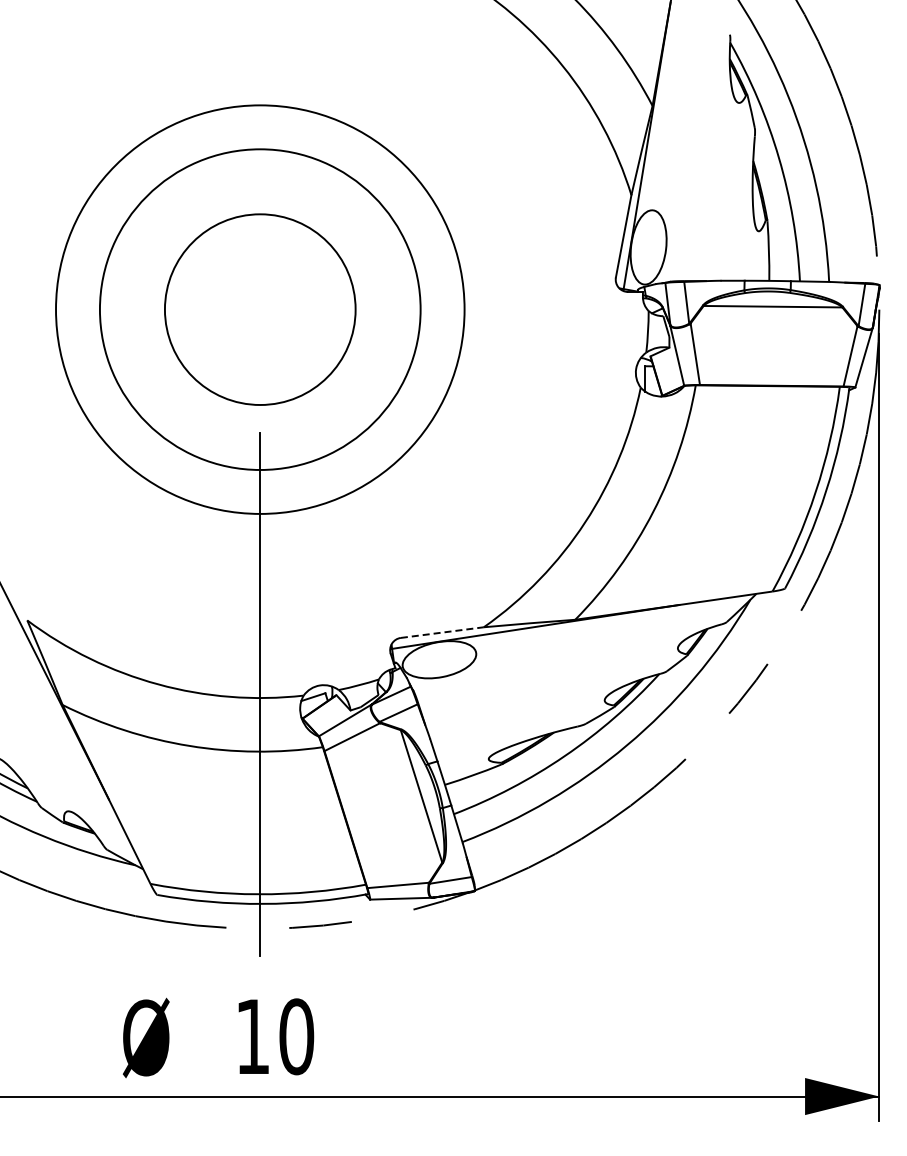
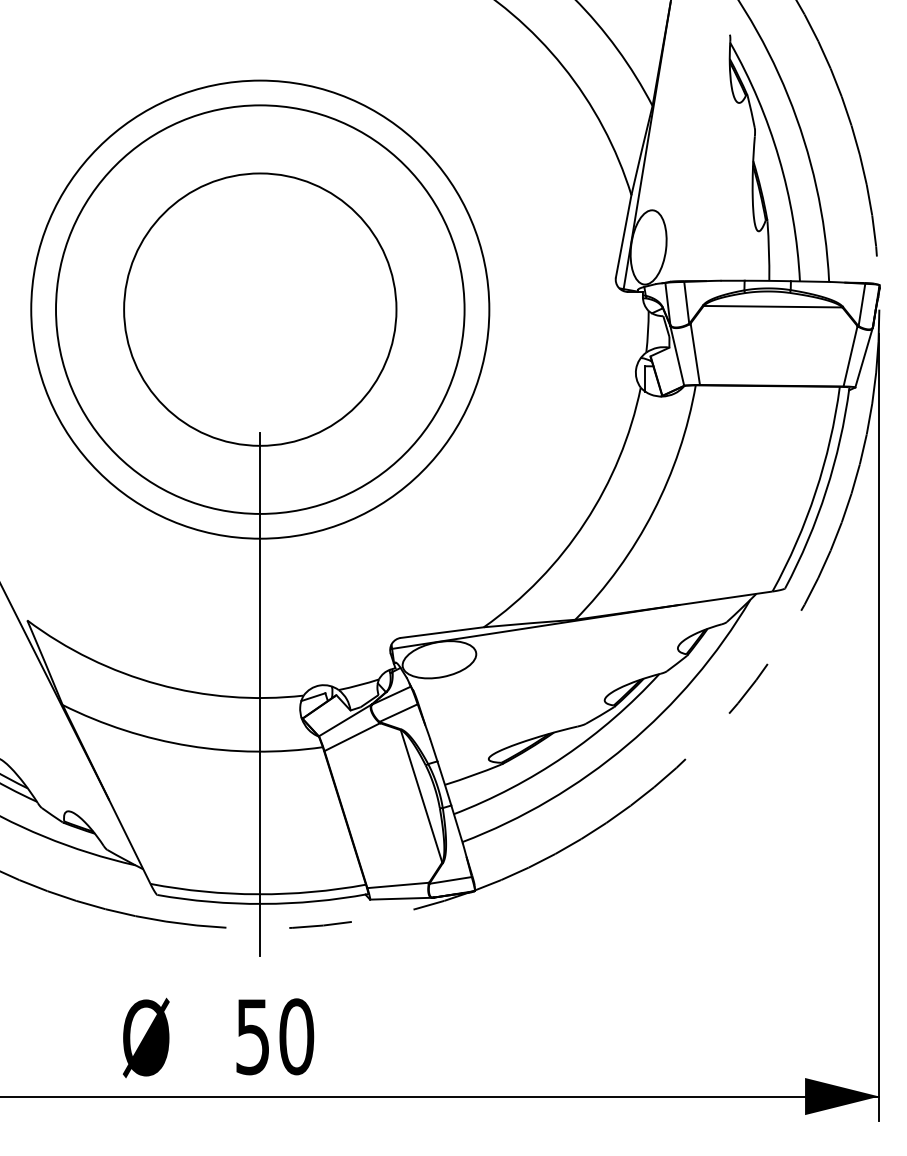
circle at (259, 309) diameter: 191 px -> 272 px
circle at (259, 309) diameter: 321 px -> 458 px
line at (442, 632): dashed -> solid
text at (252, 1037): 10 -> 50
